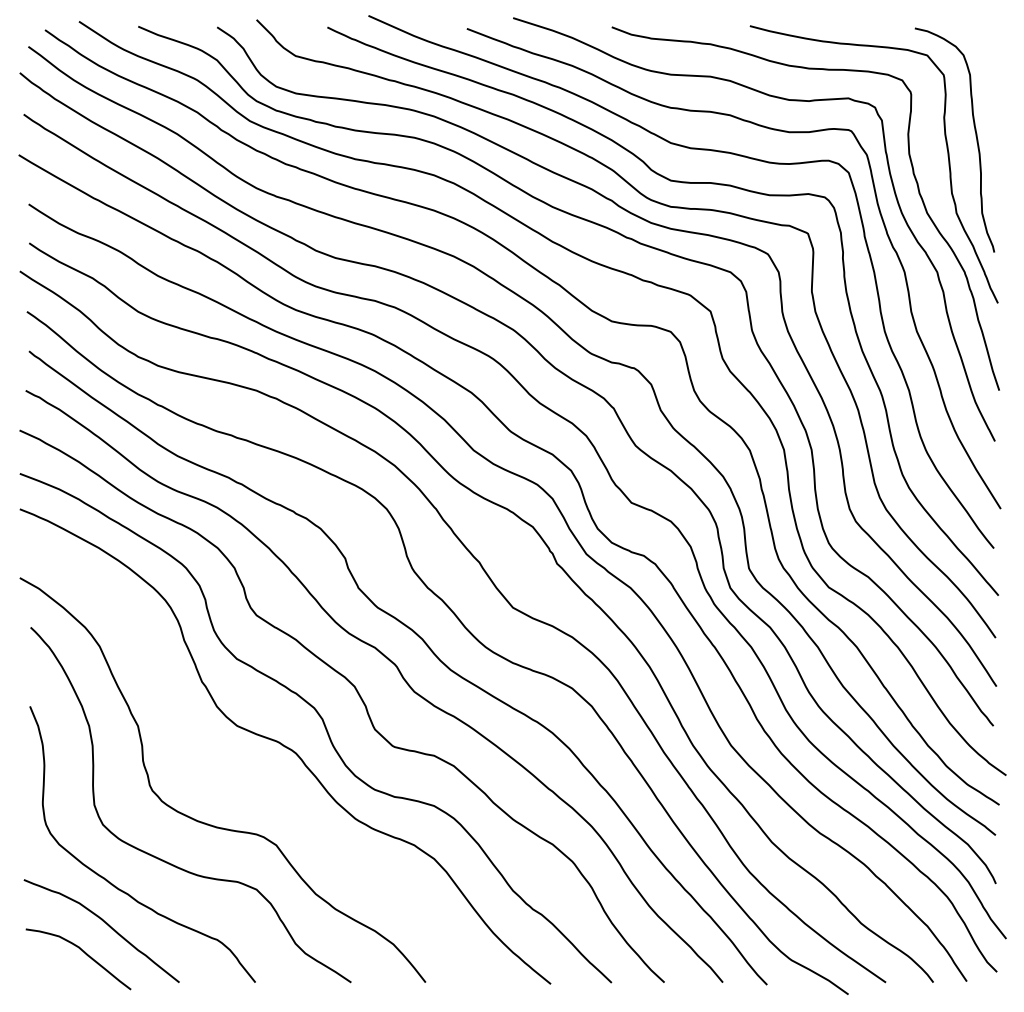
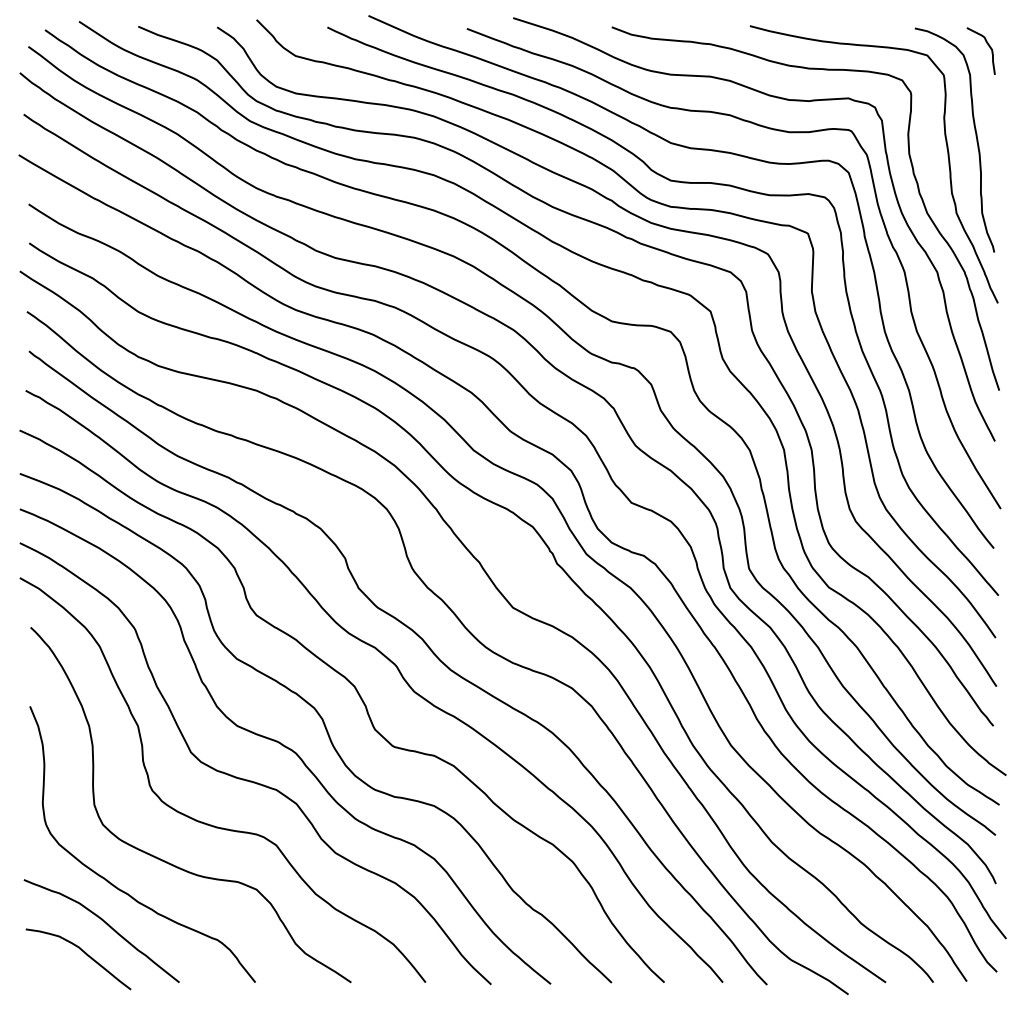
curve at (988, 46): none -> present
curve at (251, 780): none -> present
